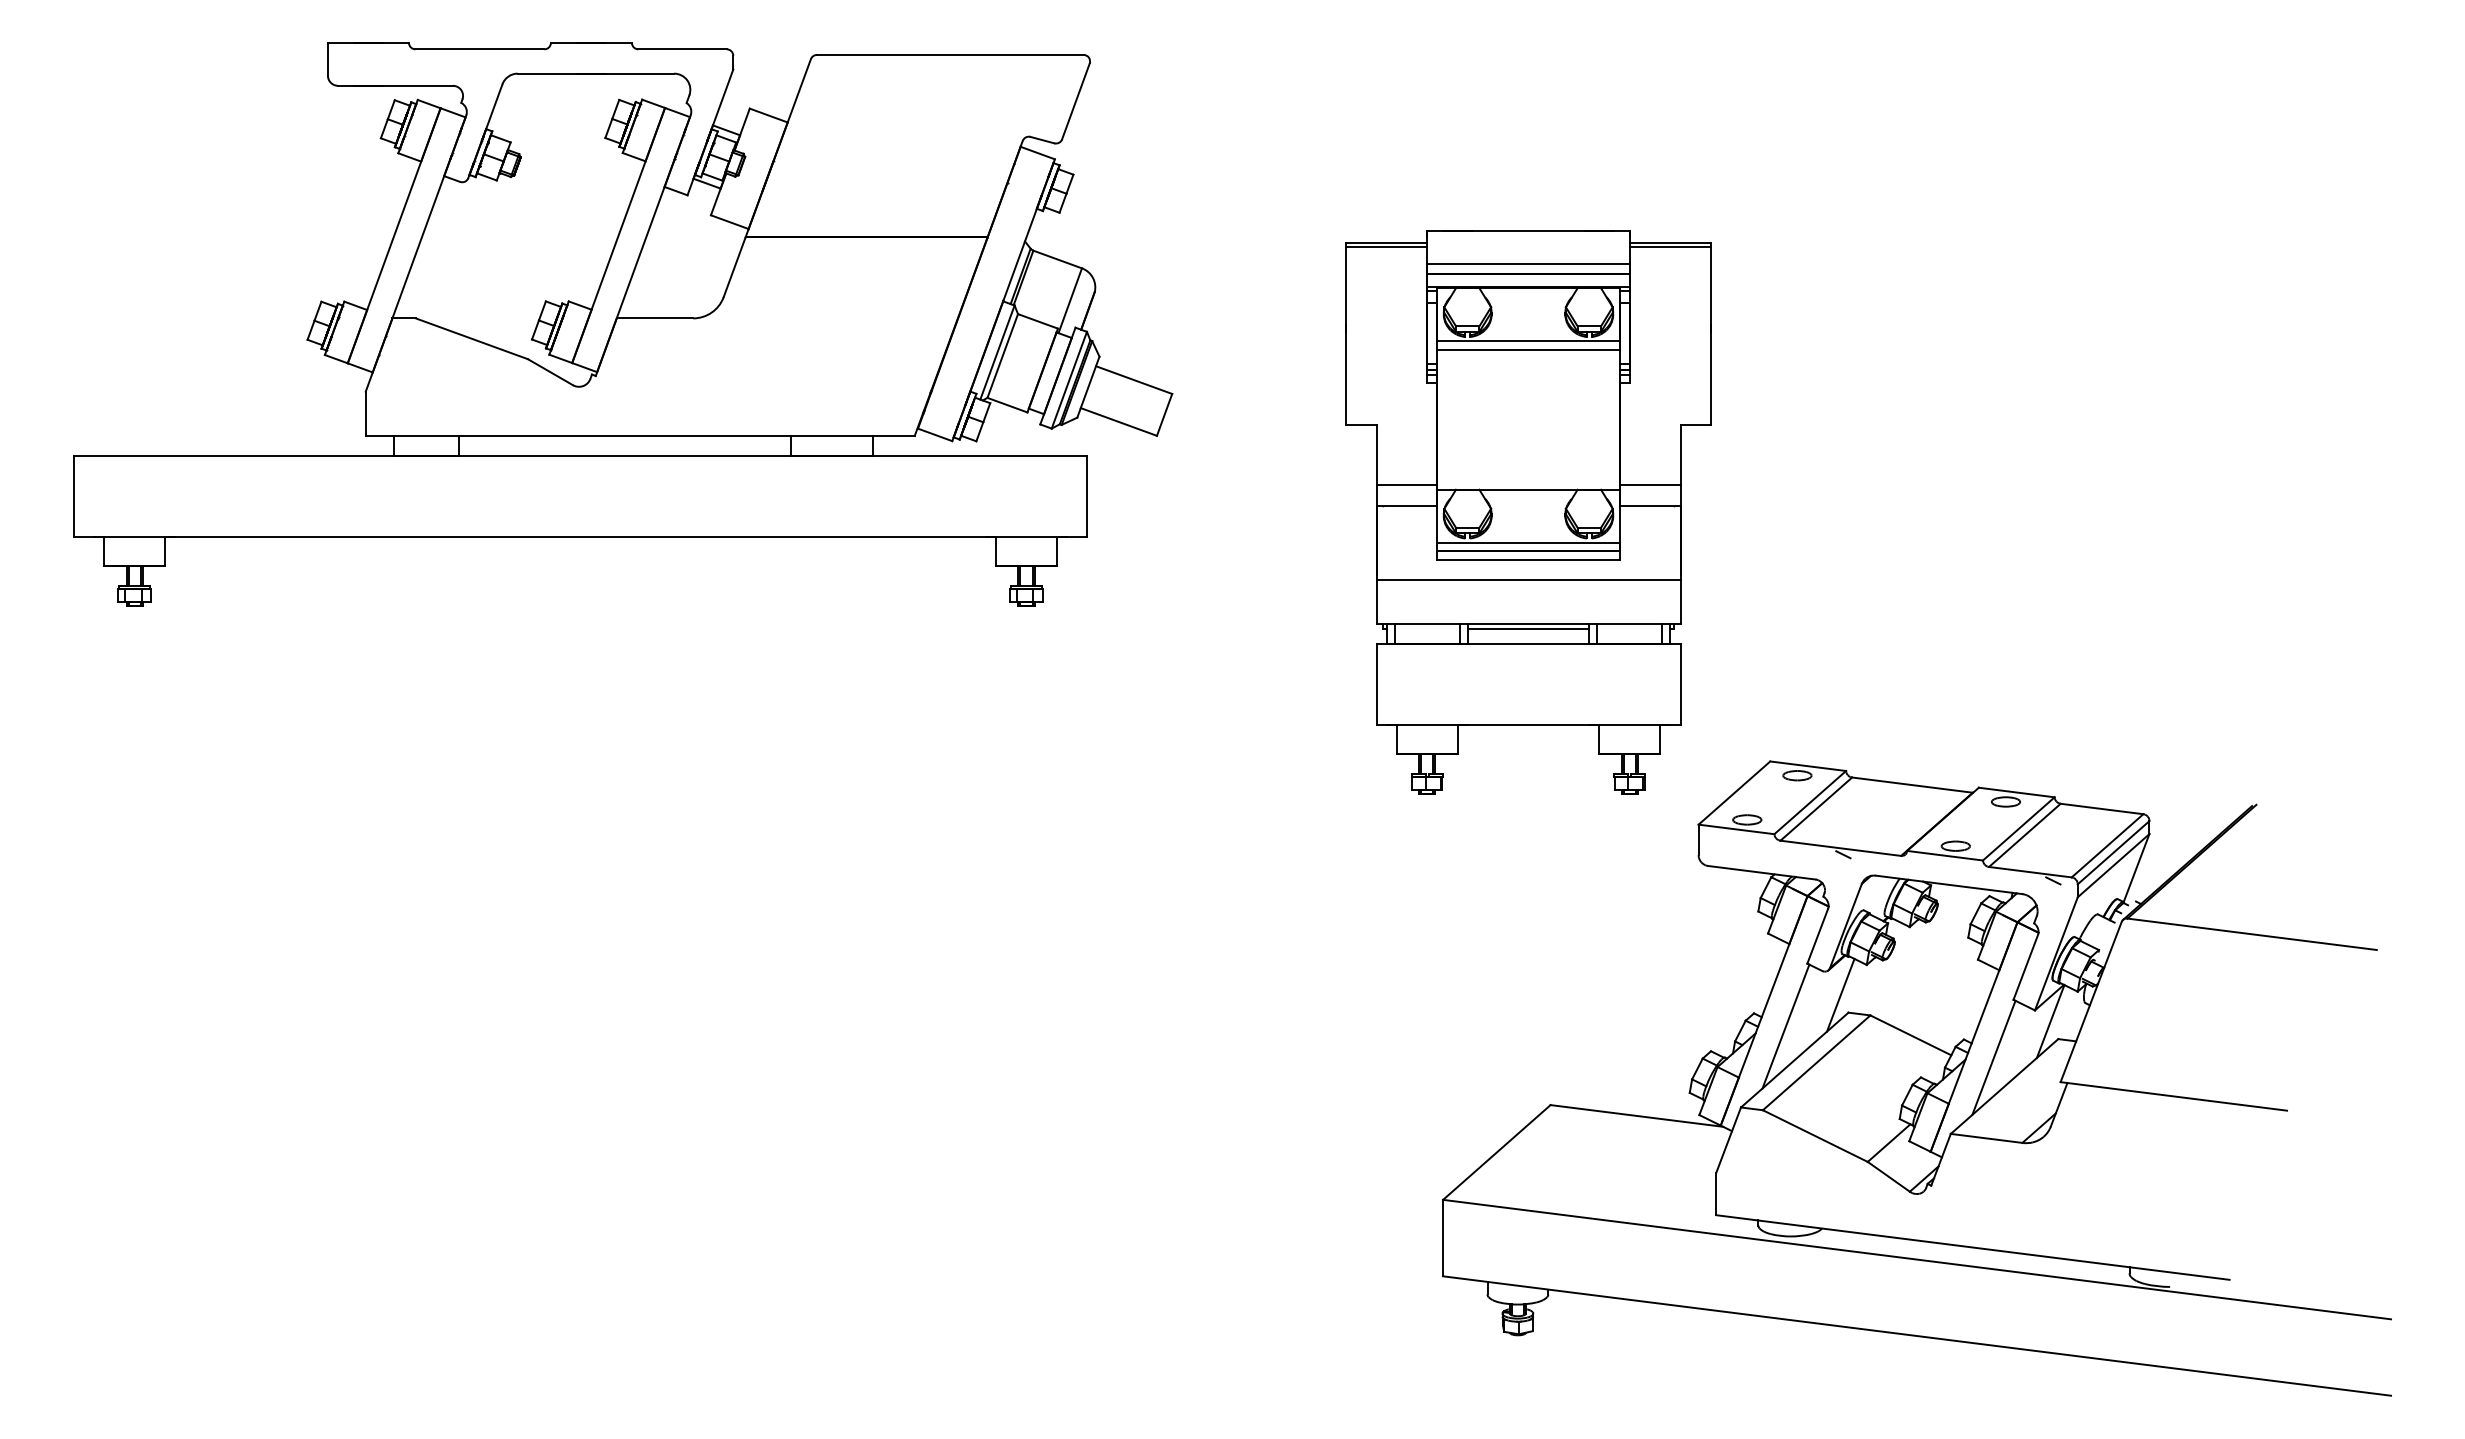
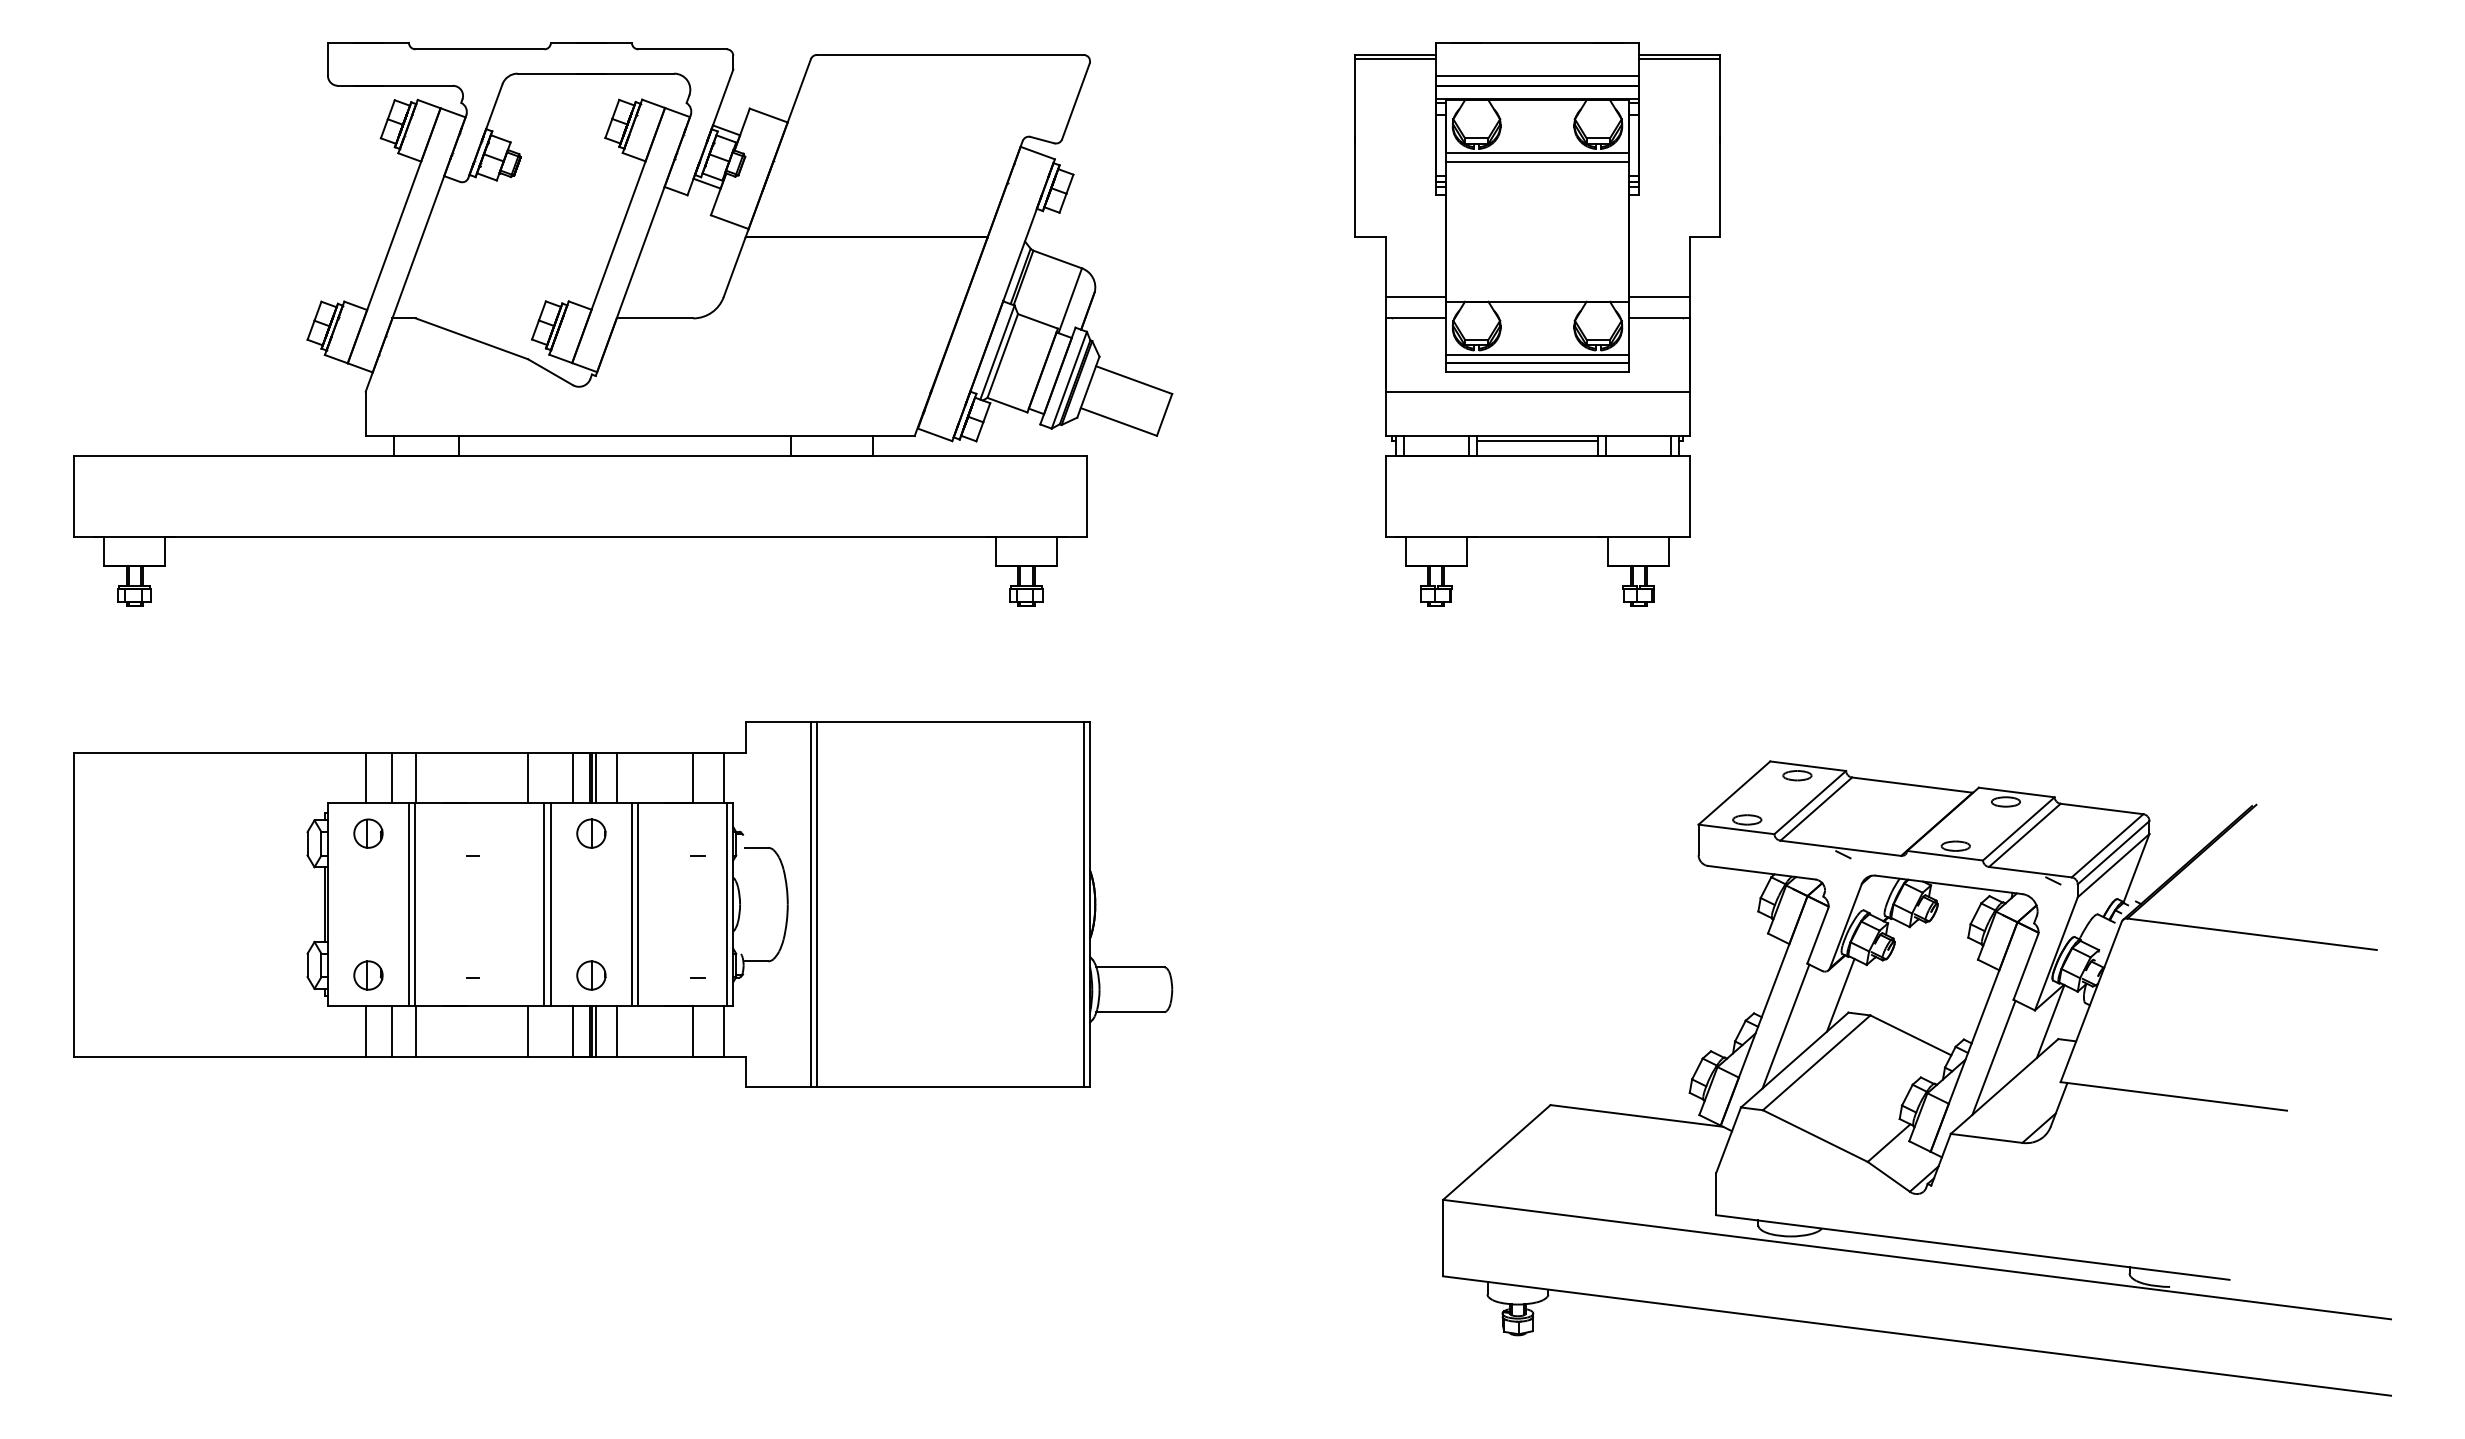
part at (1528, 512) position: (1528, 512) -> (1537, 324)
part at (623, 904): none -> present
